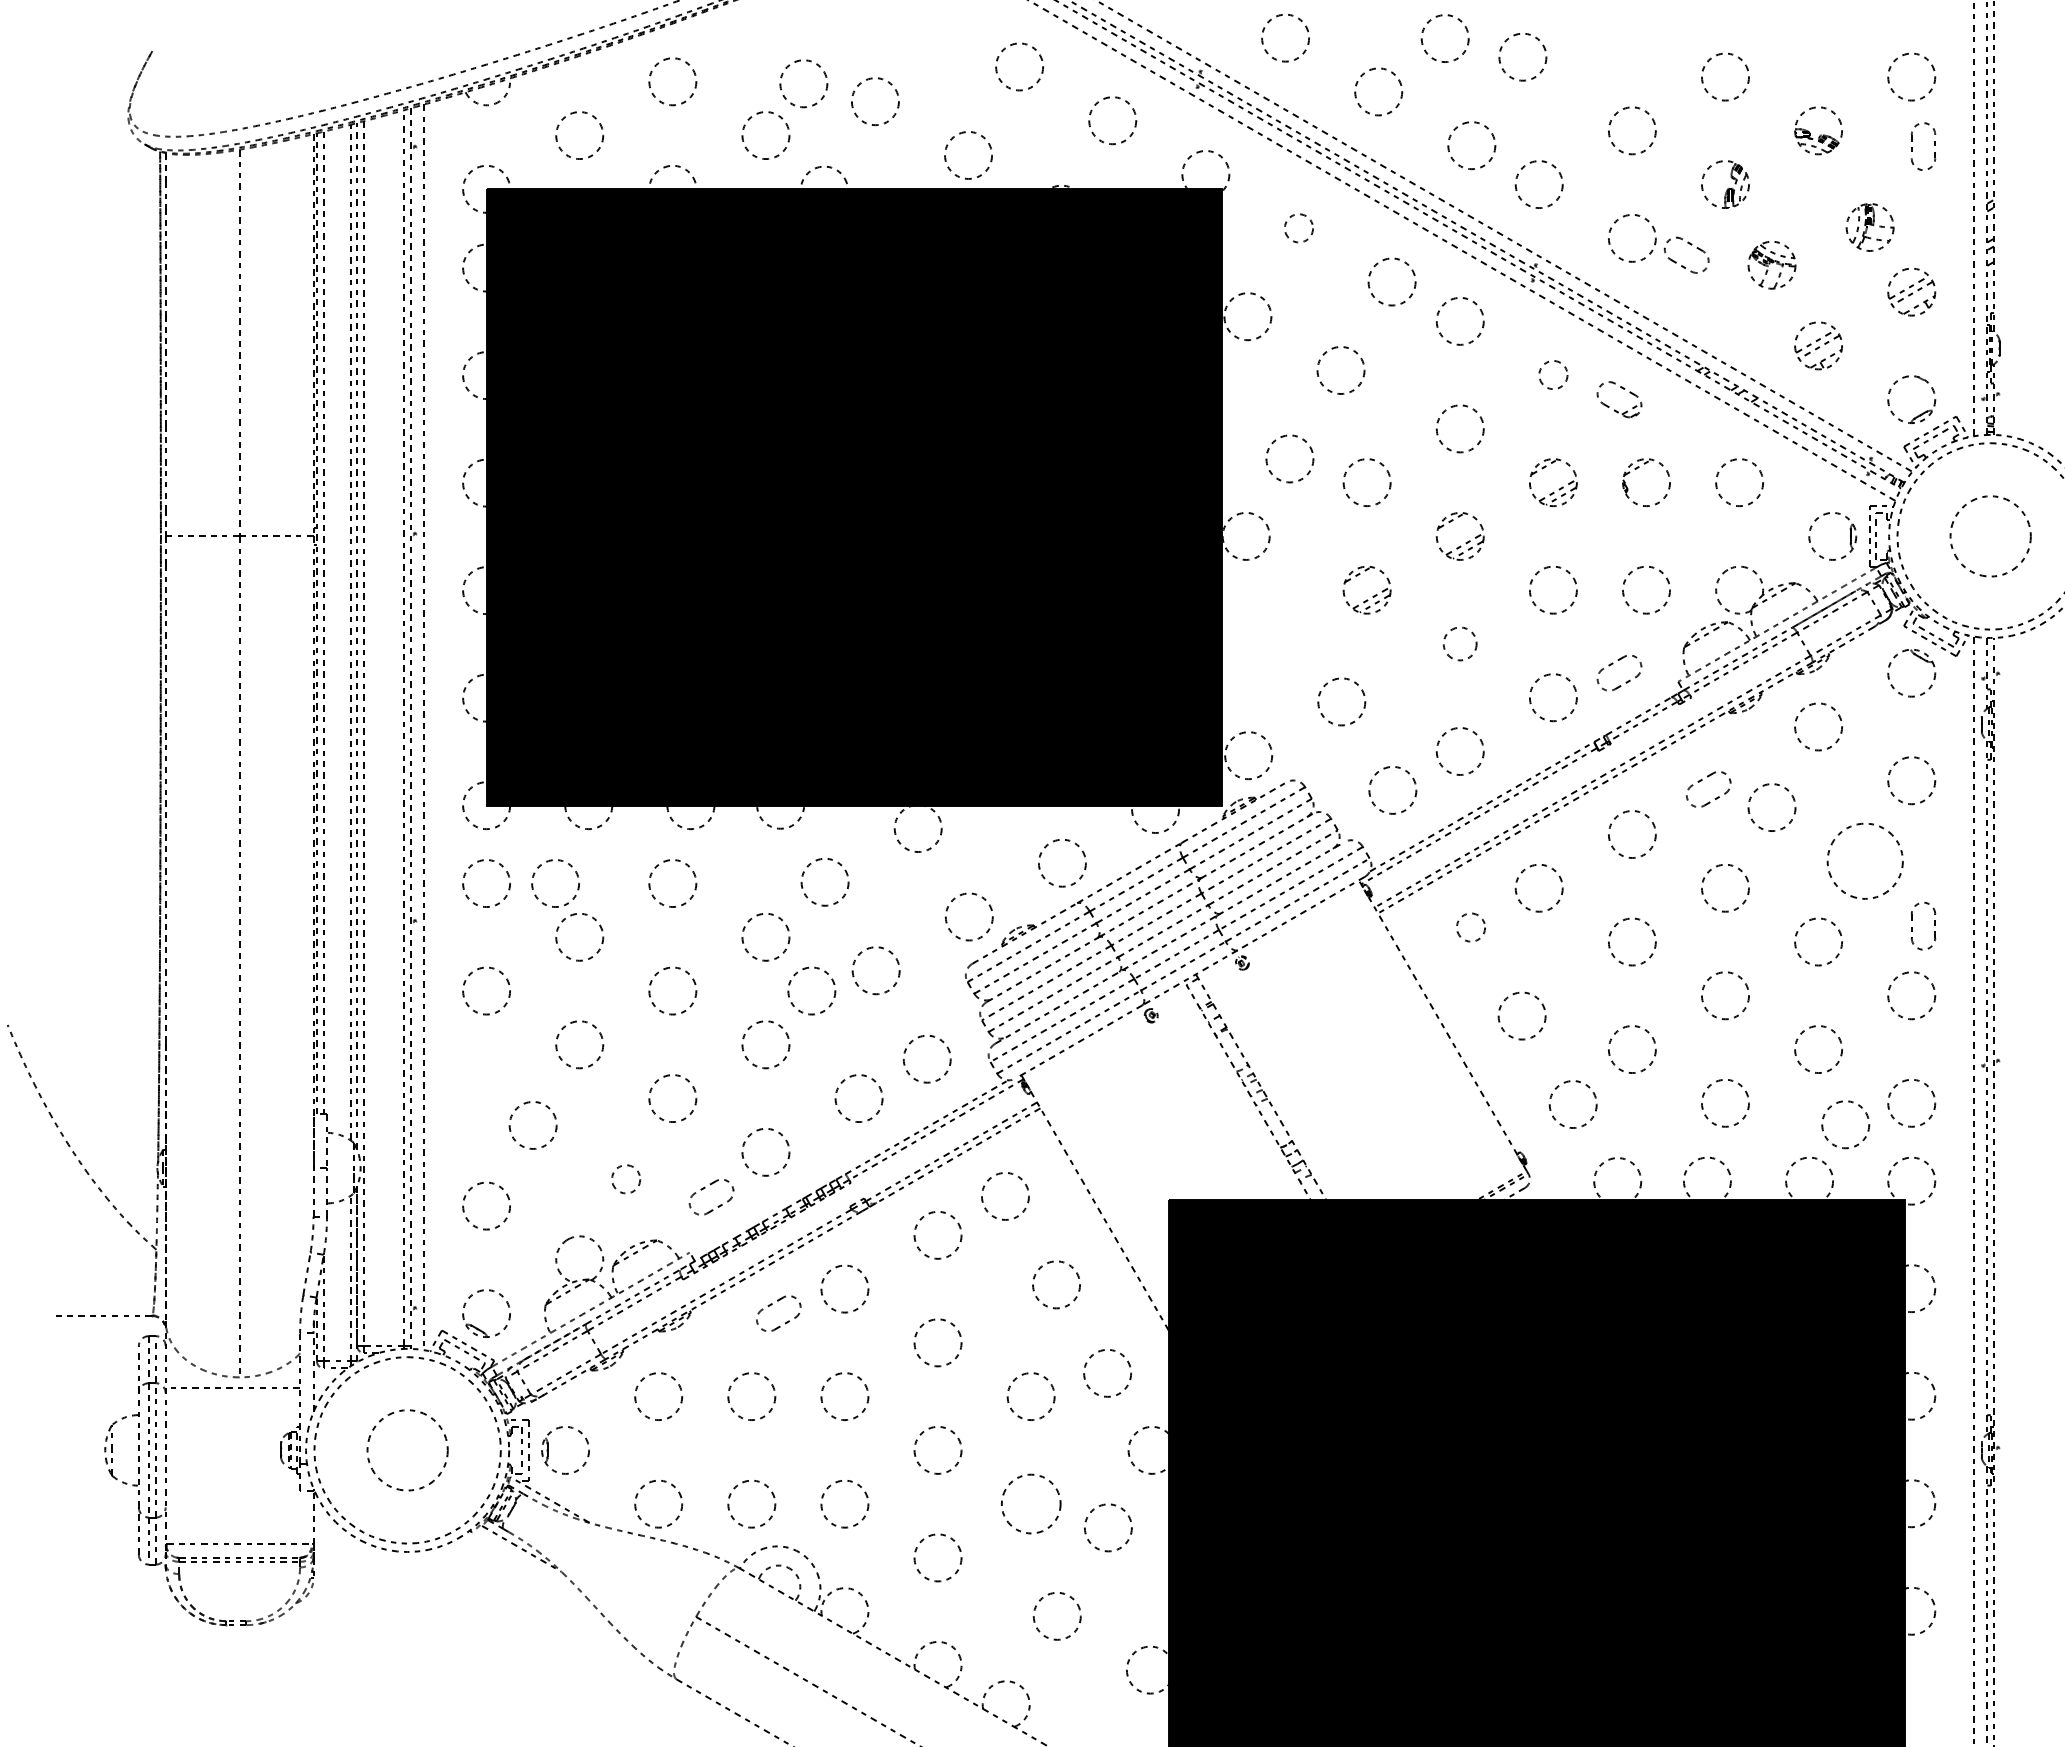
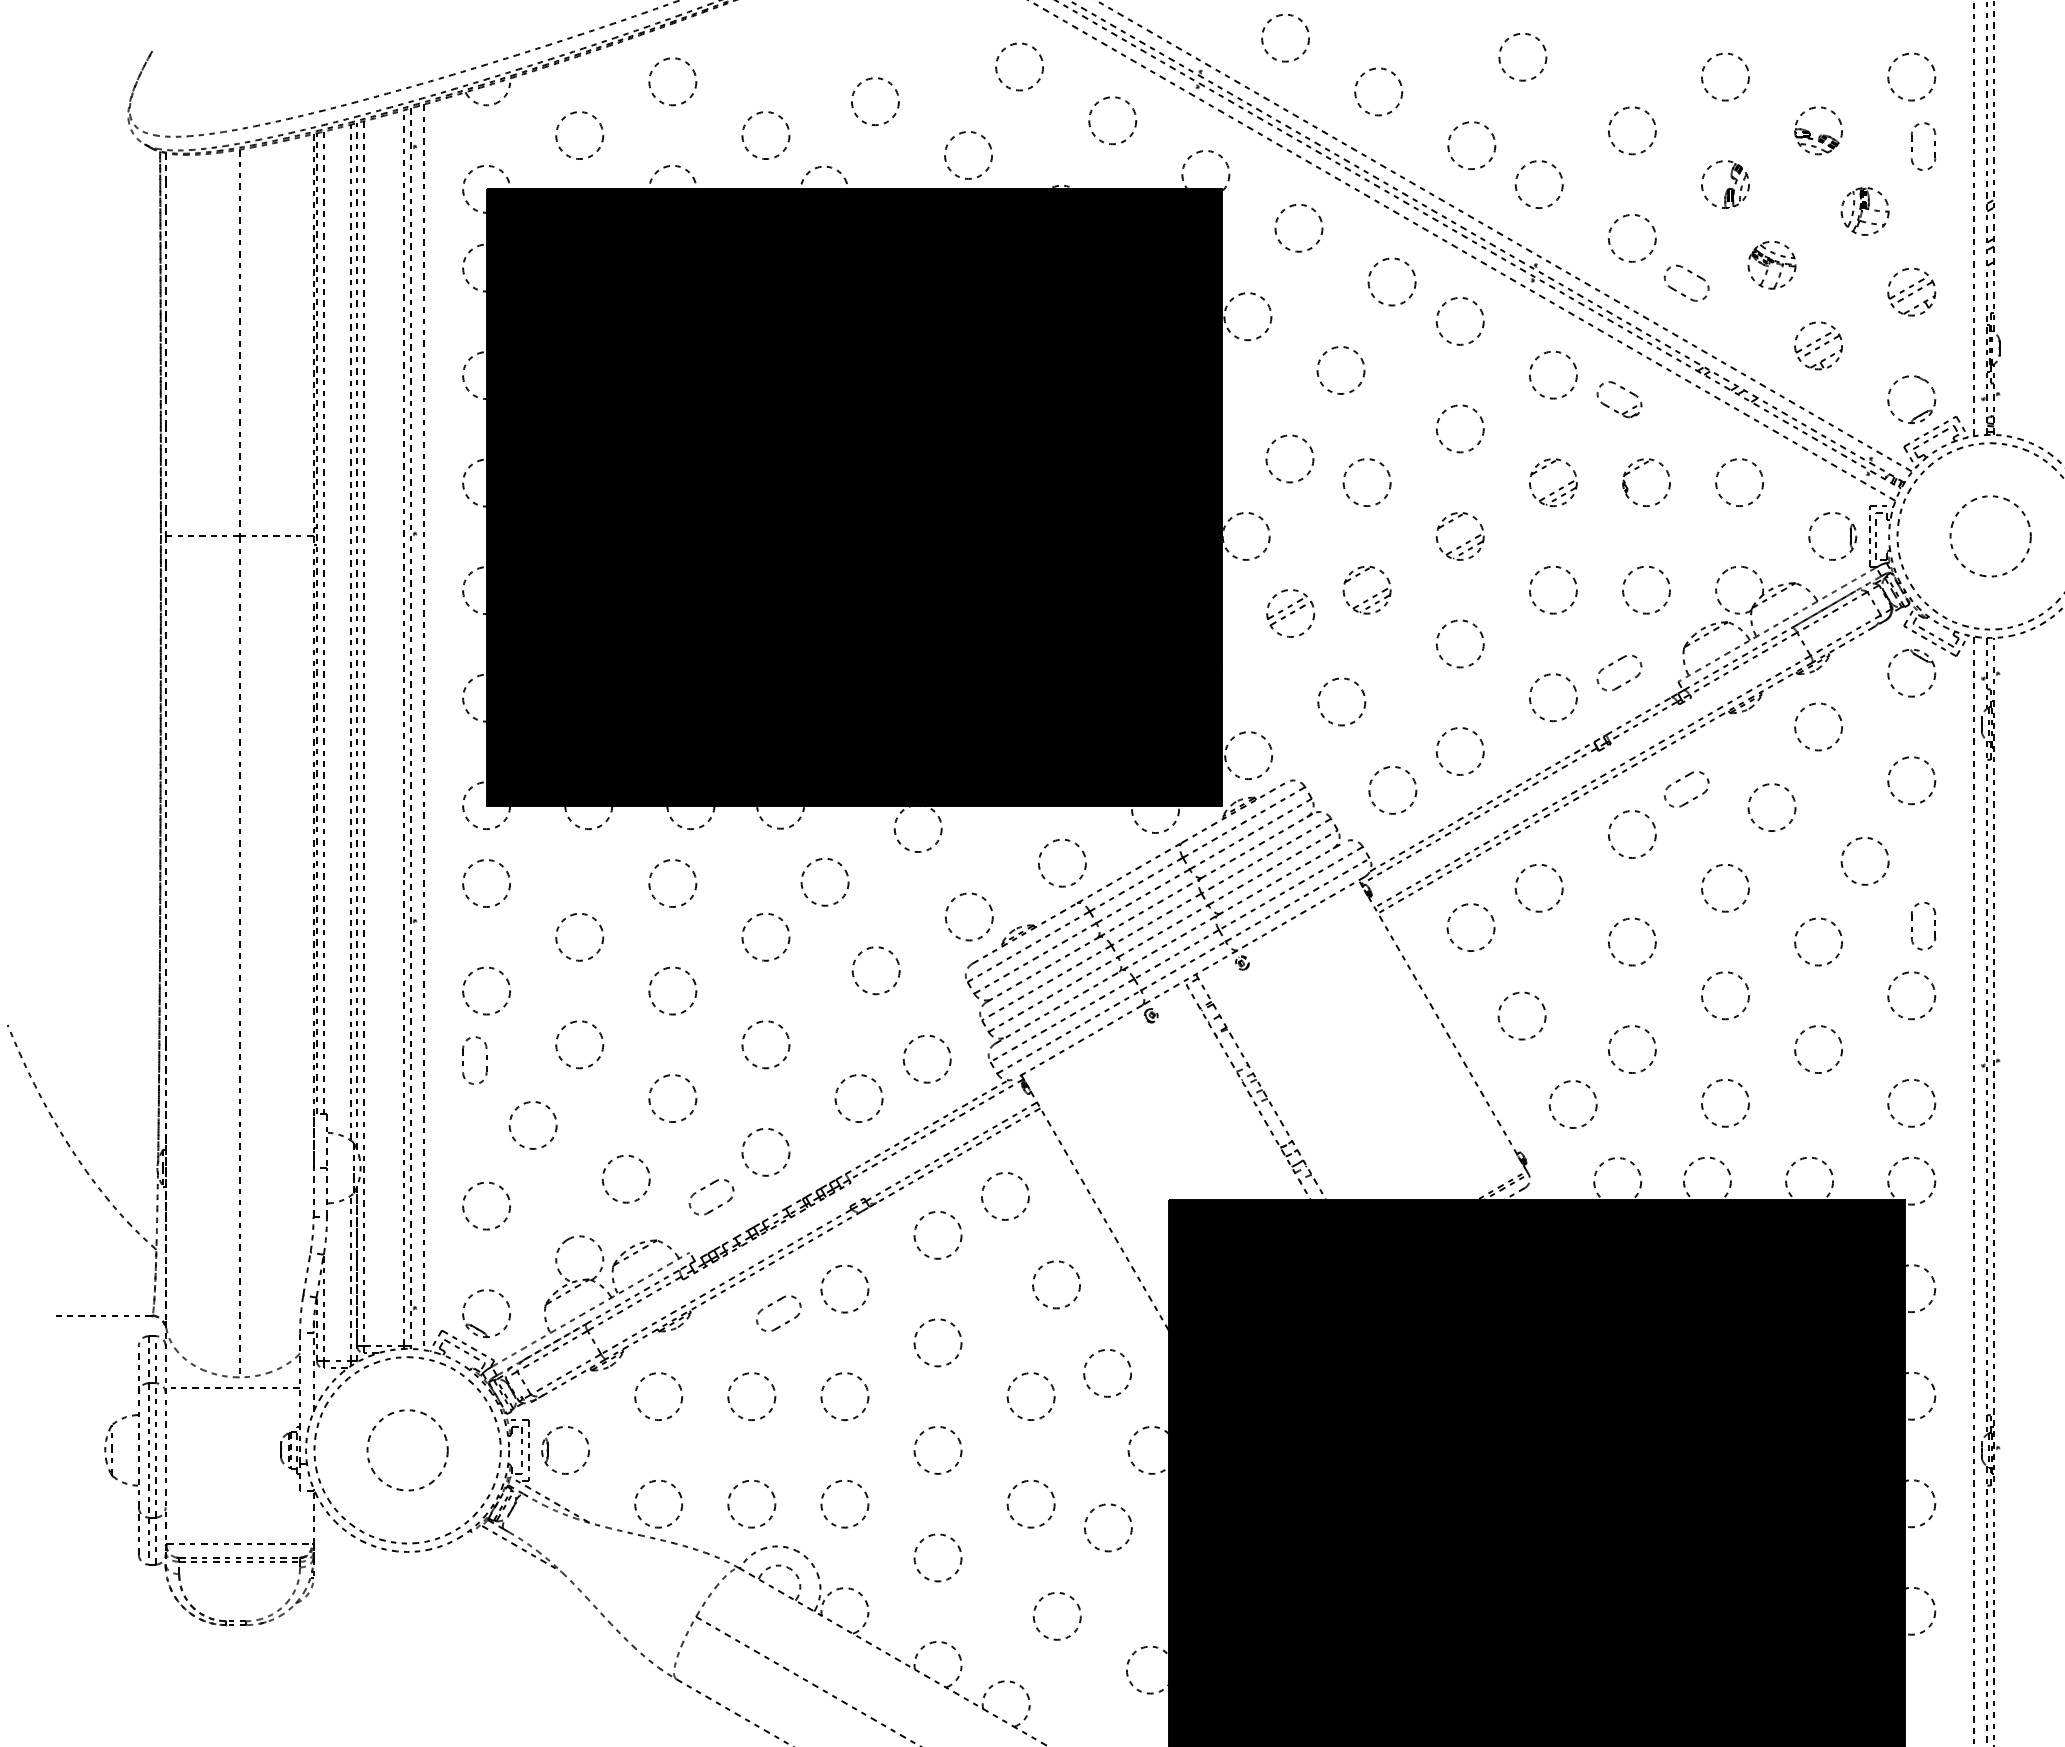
circle at (1444, 38): present -> none
circle at (803, 83): present -> none
part at (1869, 227) position: (1869, 227) -> (1864, 211)
circle at (1298, 228) size: 30x31 px -> 50x49 px
part at (1691, 245) position: (1691, 245) -> (1691, 273)
circle at (1553, 374) size: 31x30 px -> 49x50 px
part at (1290, 613): none -> present
circle at (1459, 643) size: 36x36 px -> 50x50 px
part at (1701, 781) position: (1701, 781) -> (1679, 781)
circle at (1864, 860) size: 78x78 px -> 50x49 px
circle at (555, 883): present -> none
circle at (1470, 927) size: 30x31 px -> 50x49 px
circle at (811, 990): present -> none
part at (463, 1061): none -> present
circle at (1845, 1124): present -> none
circle at (626, 1179) size: 31x31 px -> 50x49 px
circle at (1031, 1503) size: 61x62 px -> 50x49 px
